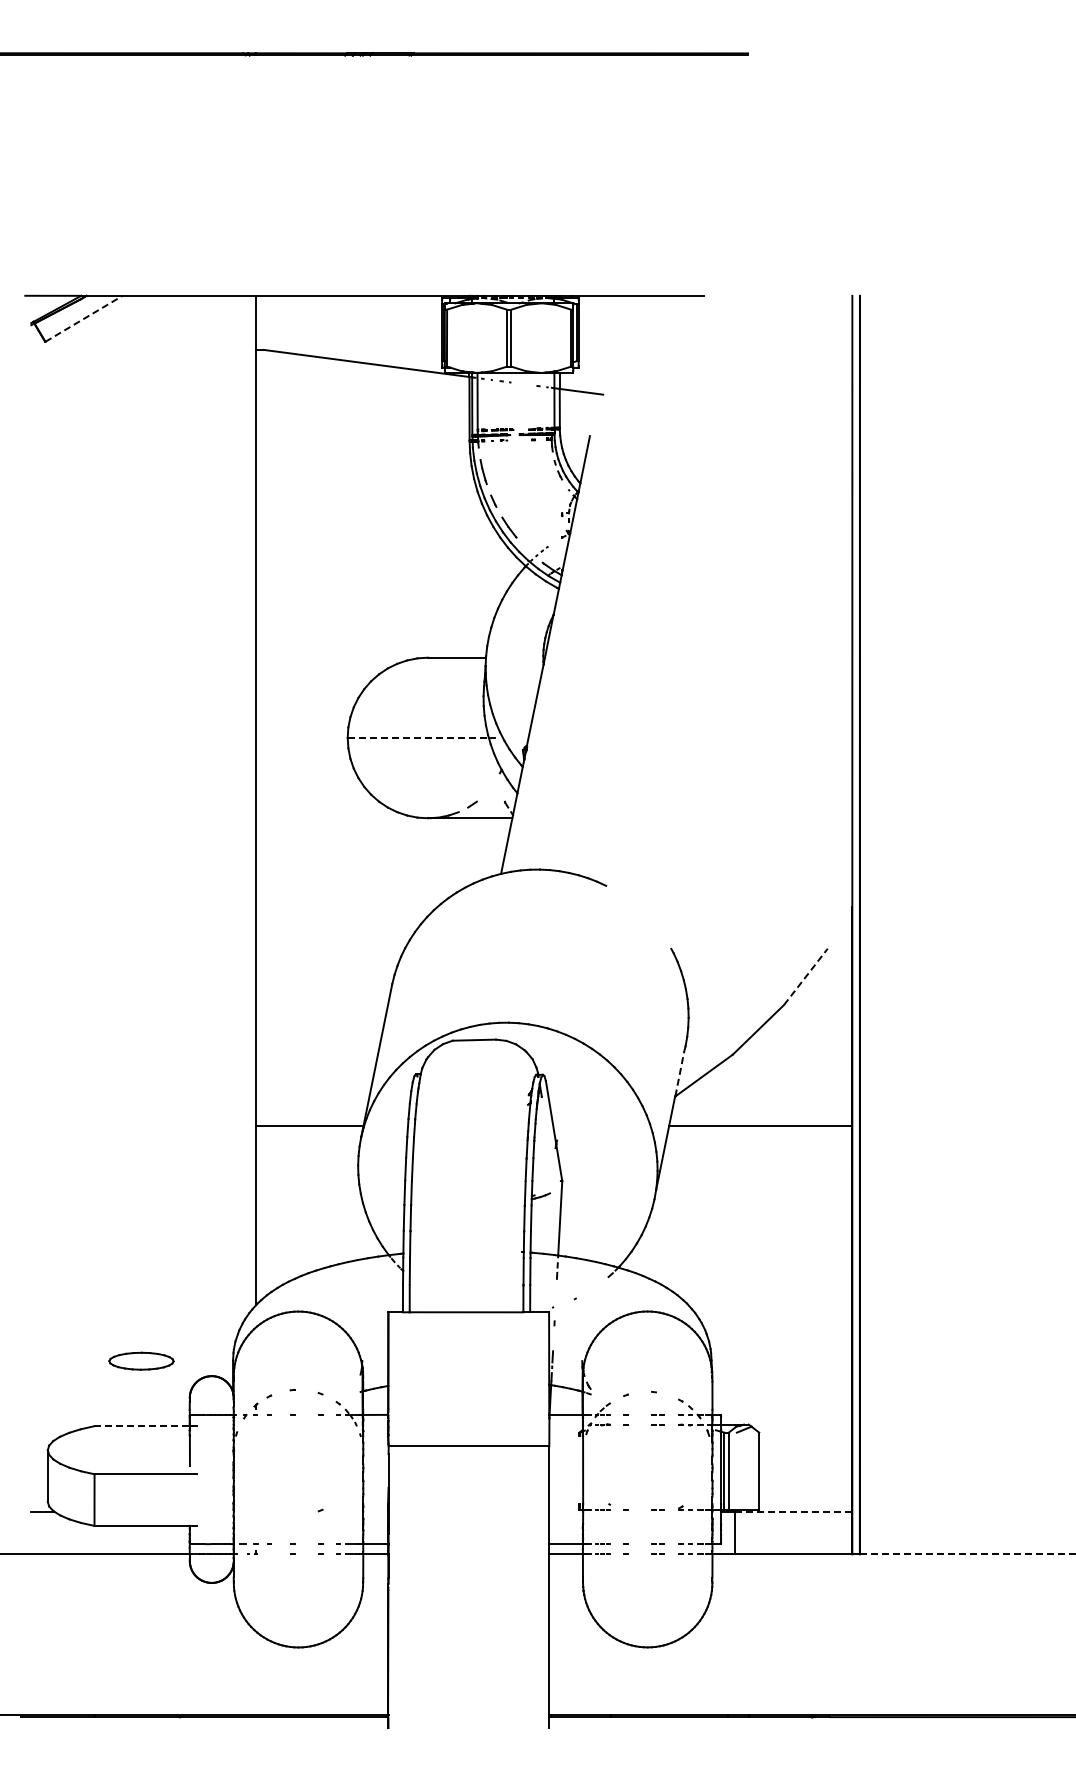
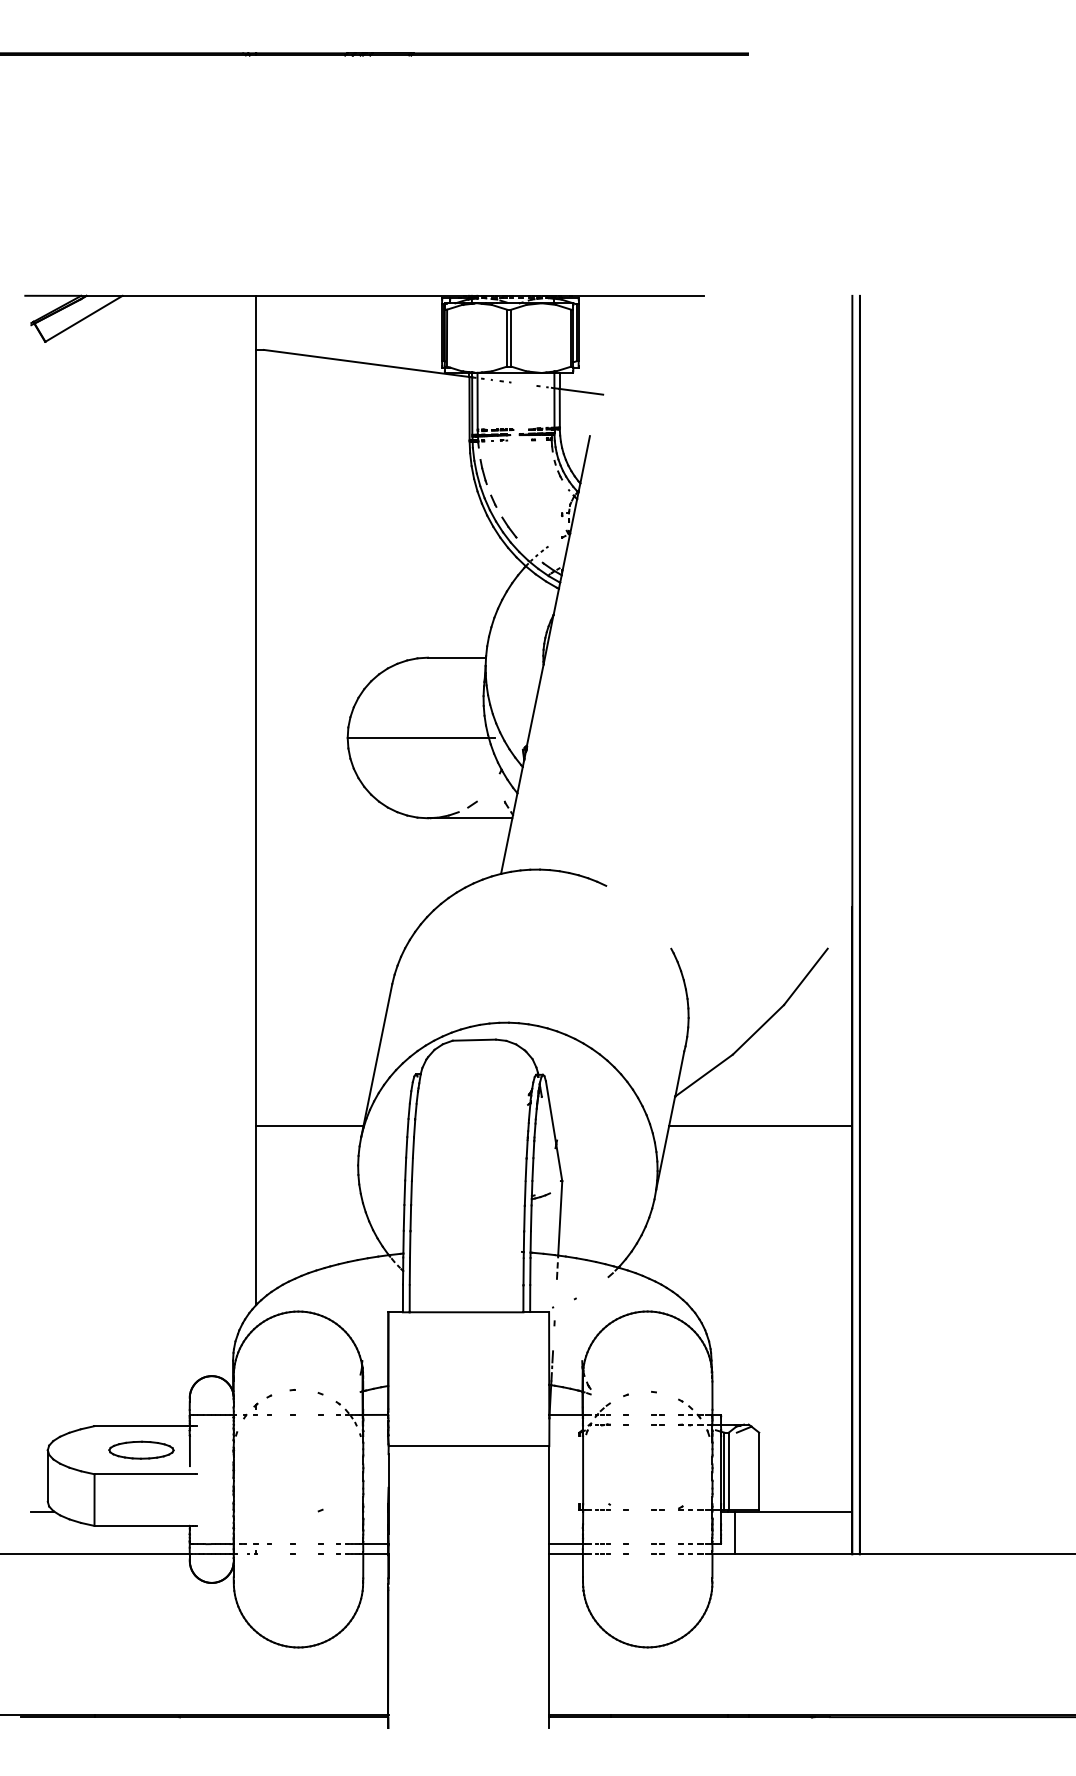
line at (84, 318): dashed -> solid
line at (418, 737): dashed -> solid
line at (805, 976): dashed -> solid
line at (679, 1073): dashed -> solid
part at (141, 1360) position: (141, 1360) -> (141, 1449)
line at (141, 1426): dashed -> solid
line at (793, 1511): dashed -> solid
line at (968, 1554): dashed -> solid
